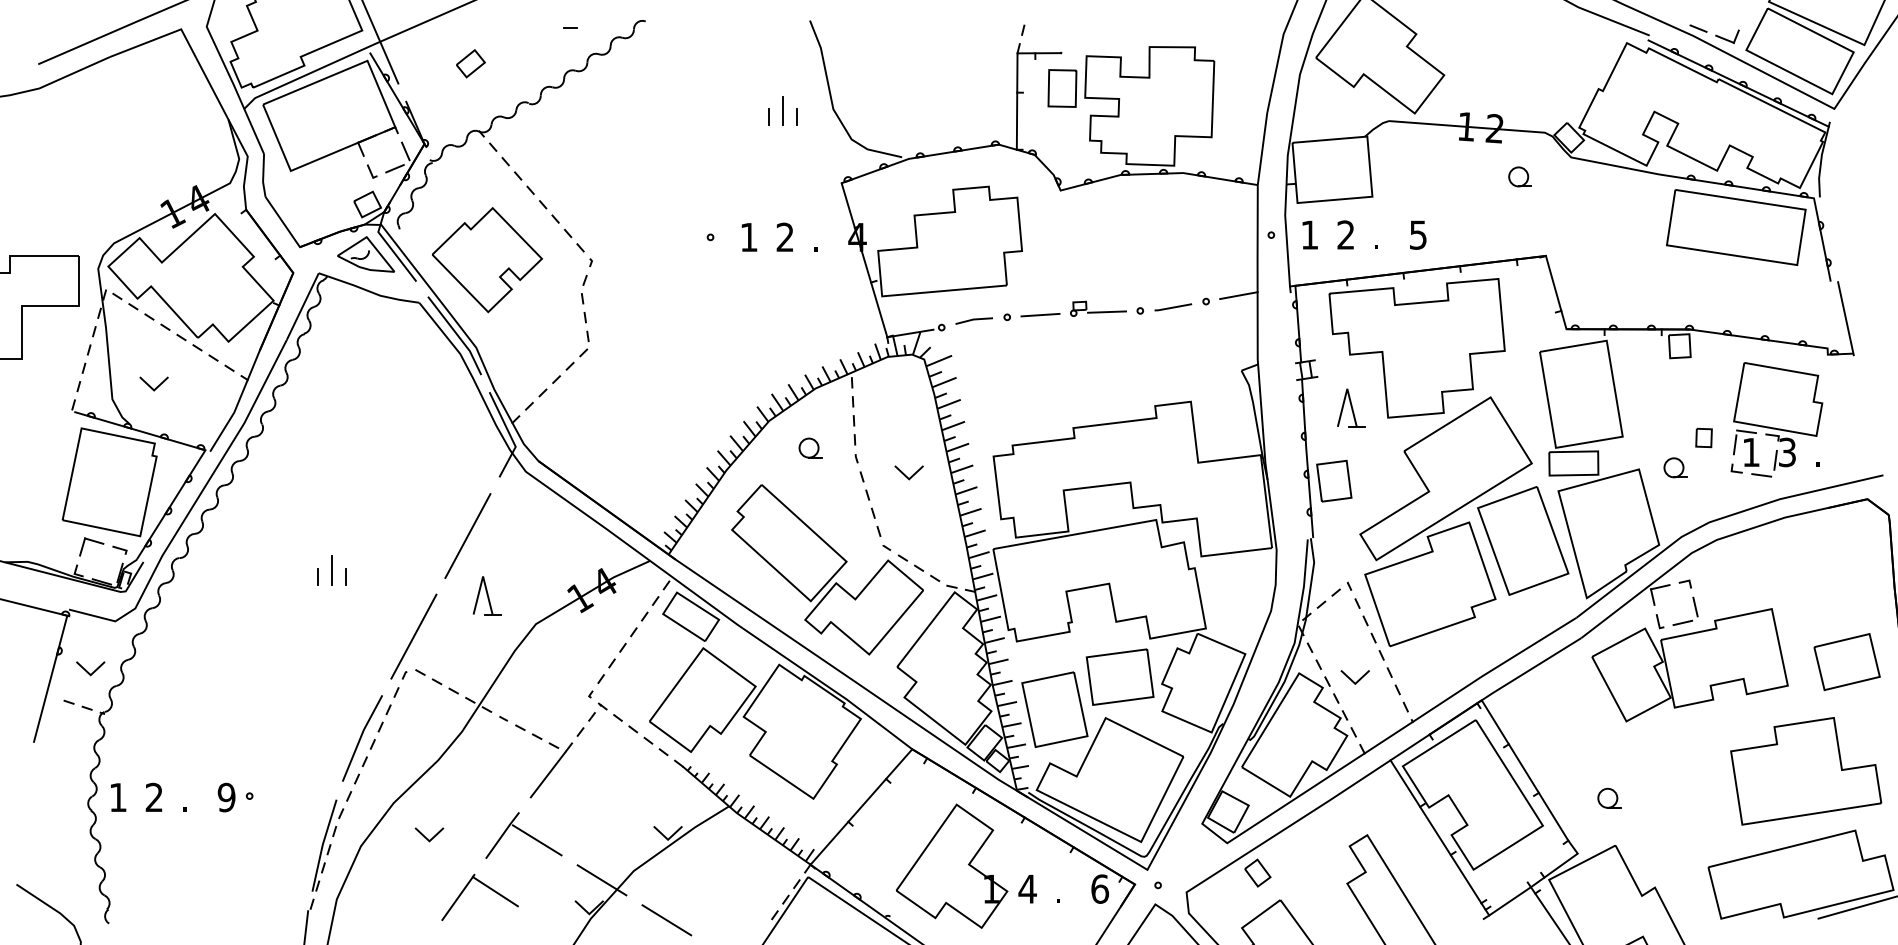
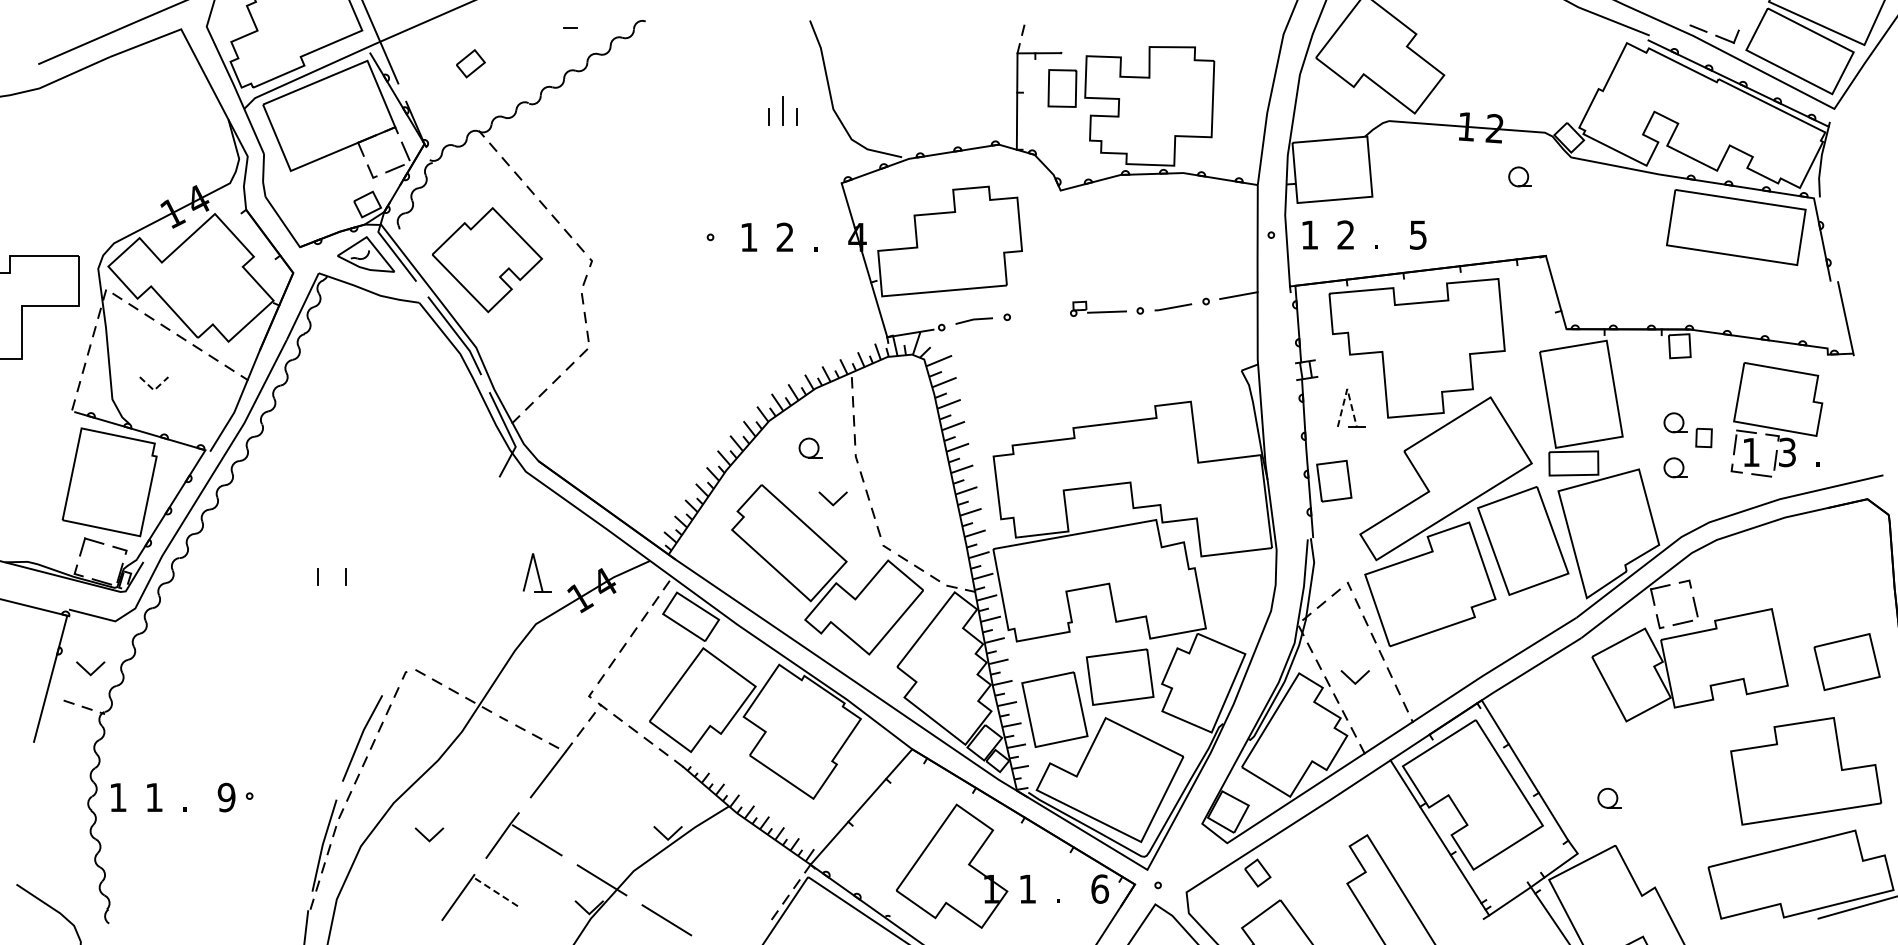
line at (1040, 314): present -> none
line at (1347, 388): solid -> dashed
line at (154, 390): solid -> dashed
part at (1675, 422): none -> present
line at (905, 474) position: (905, 474) -> (829, 500)
line at (467, 535): present -> none
line at (332, 570): present -> none
part at (486, 595) position: (486, 595) -> (536, 572)
line at (413, 636): present -> none
text at (153, 796): 2 -> 1
text at (1027, 888): 4 -> 1
line at (495, 891): solid -> dashed
